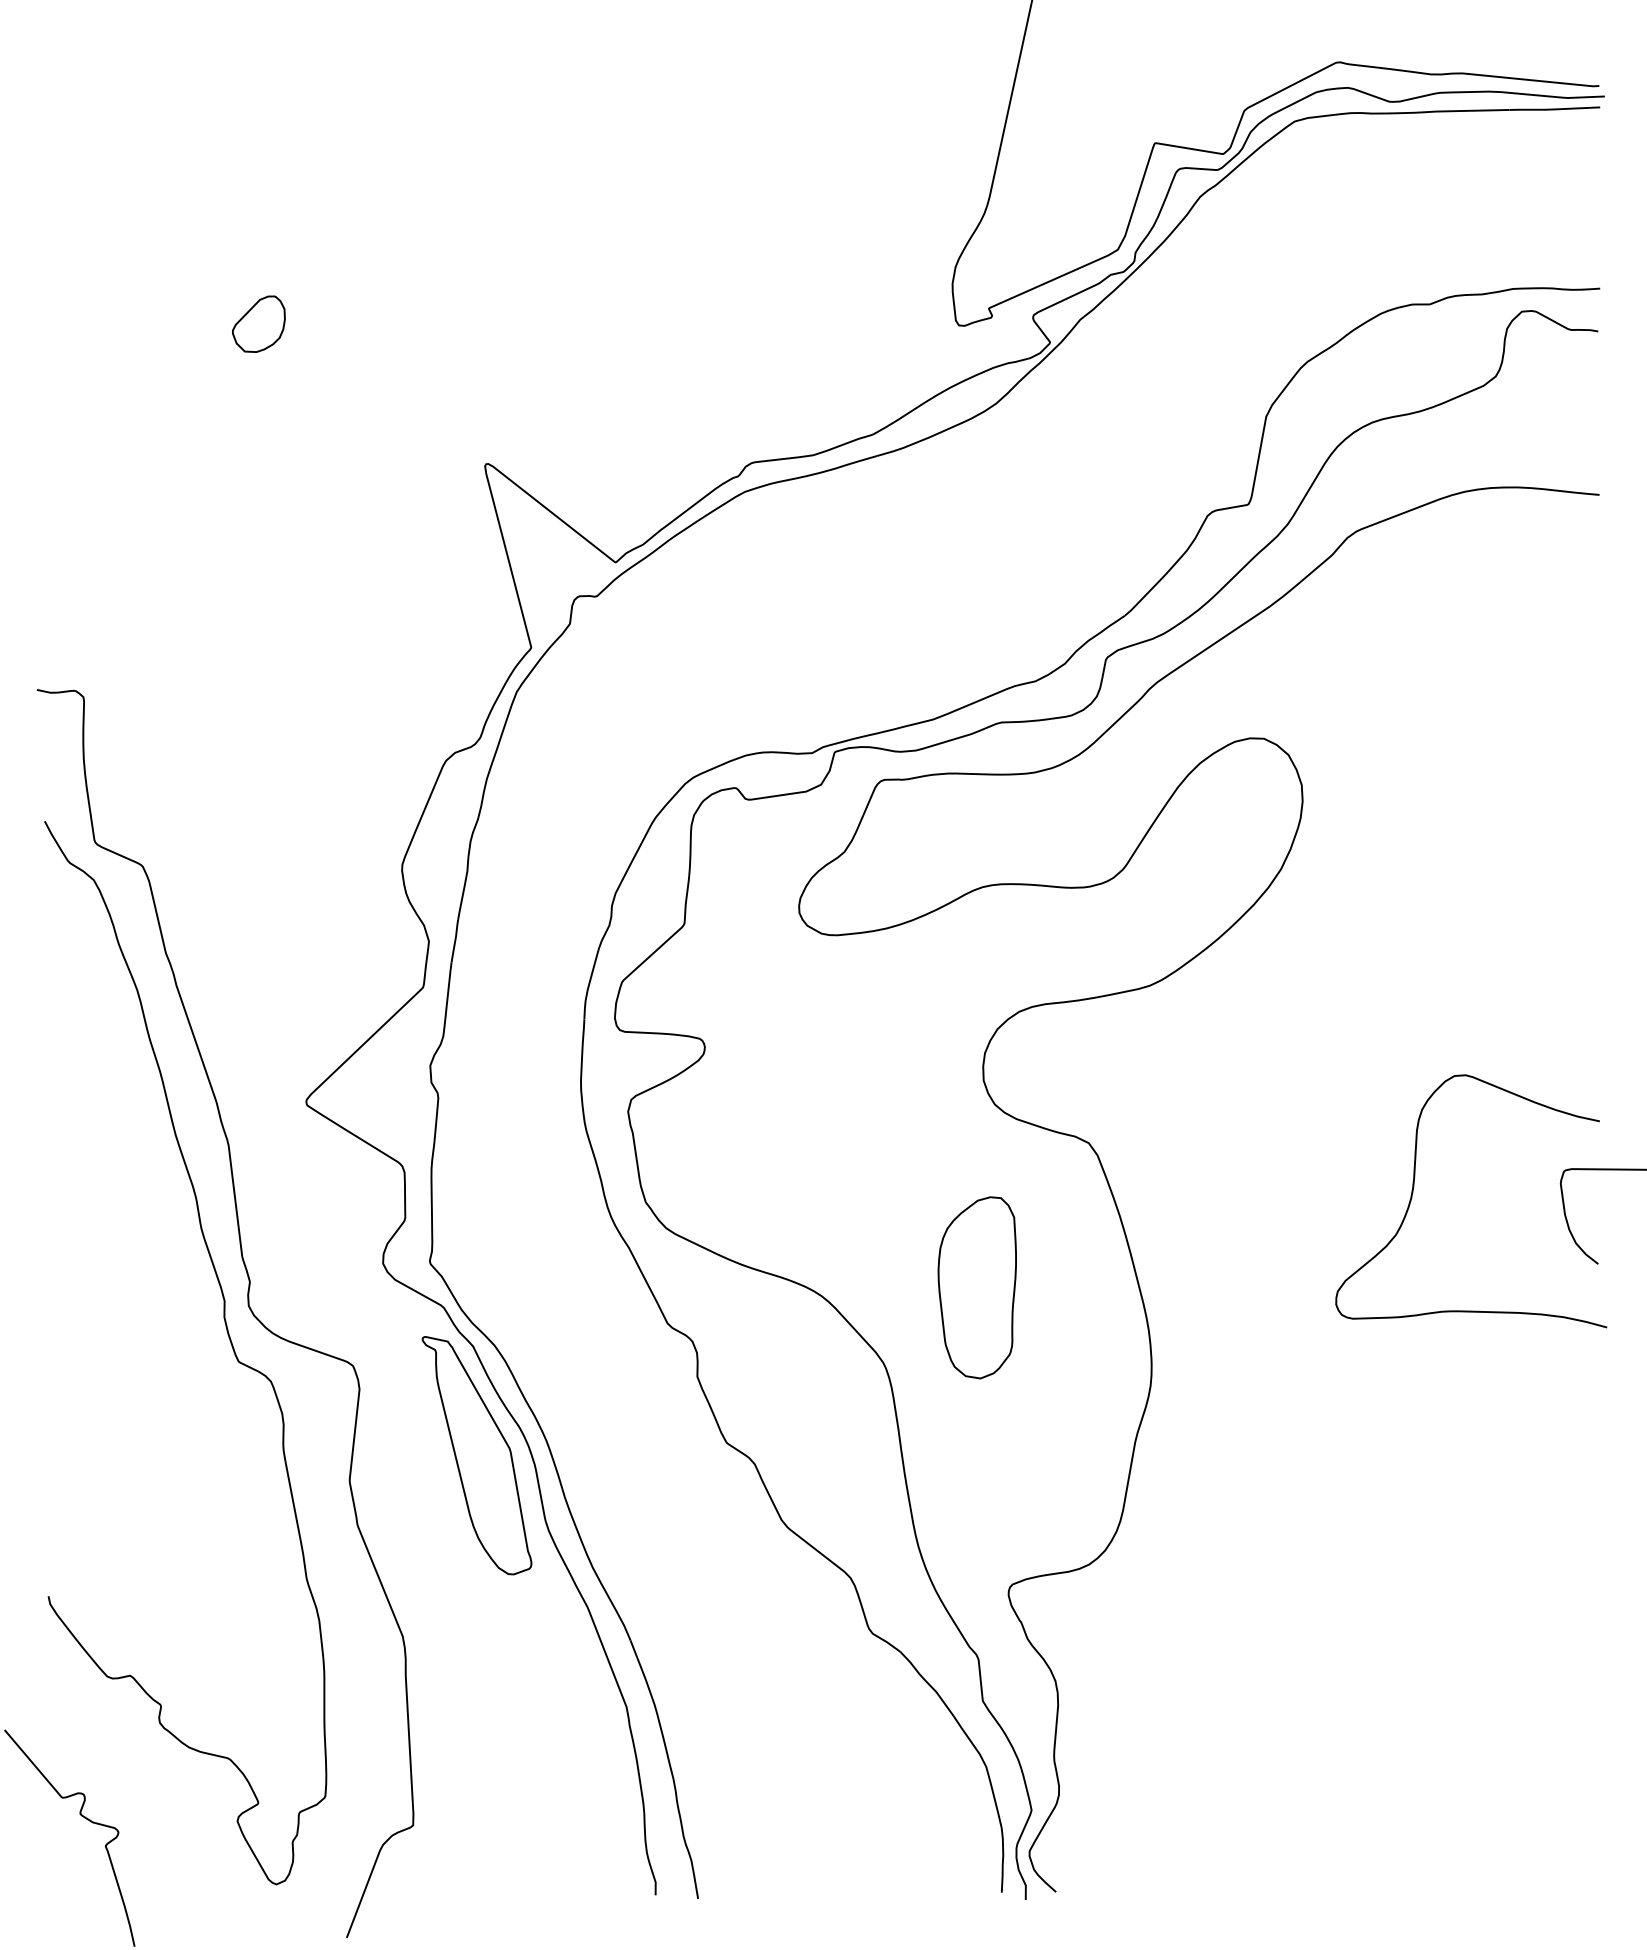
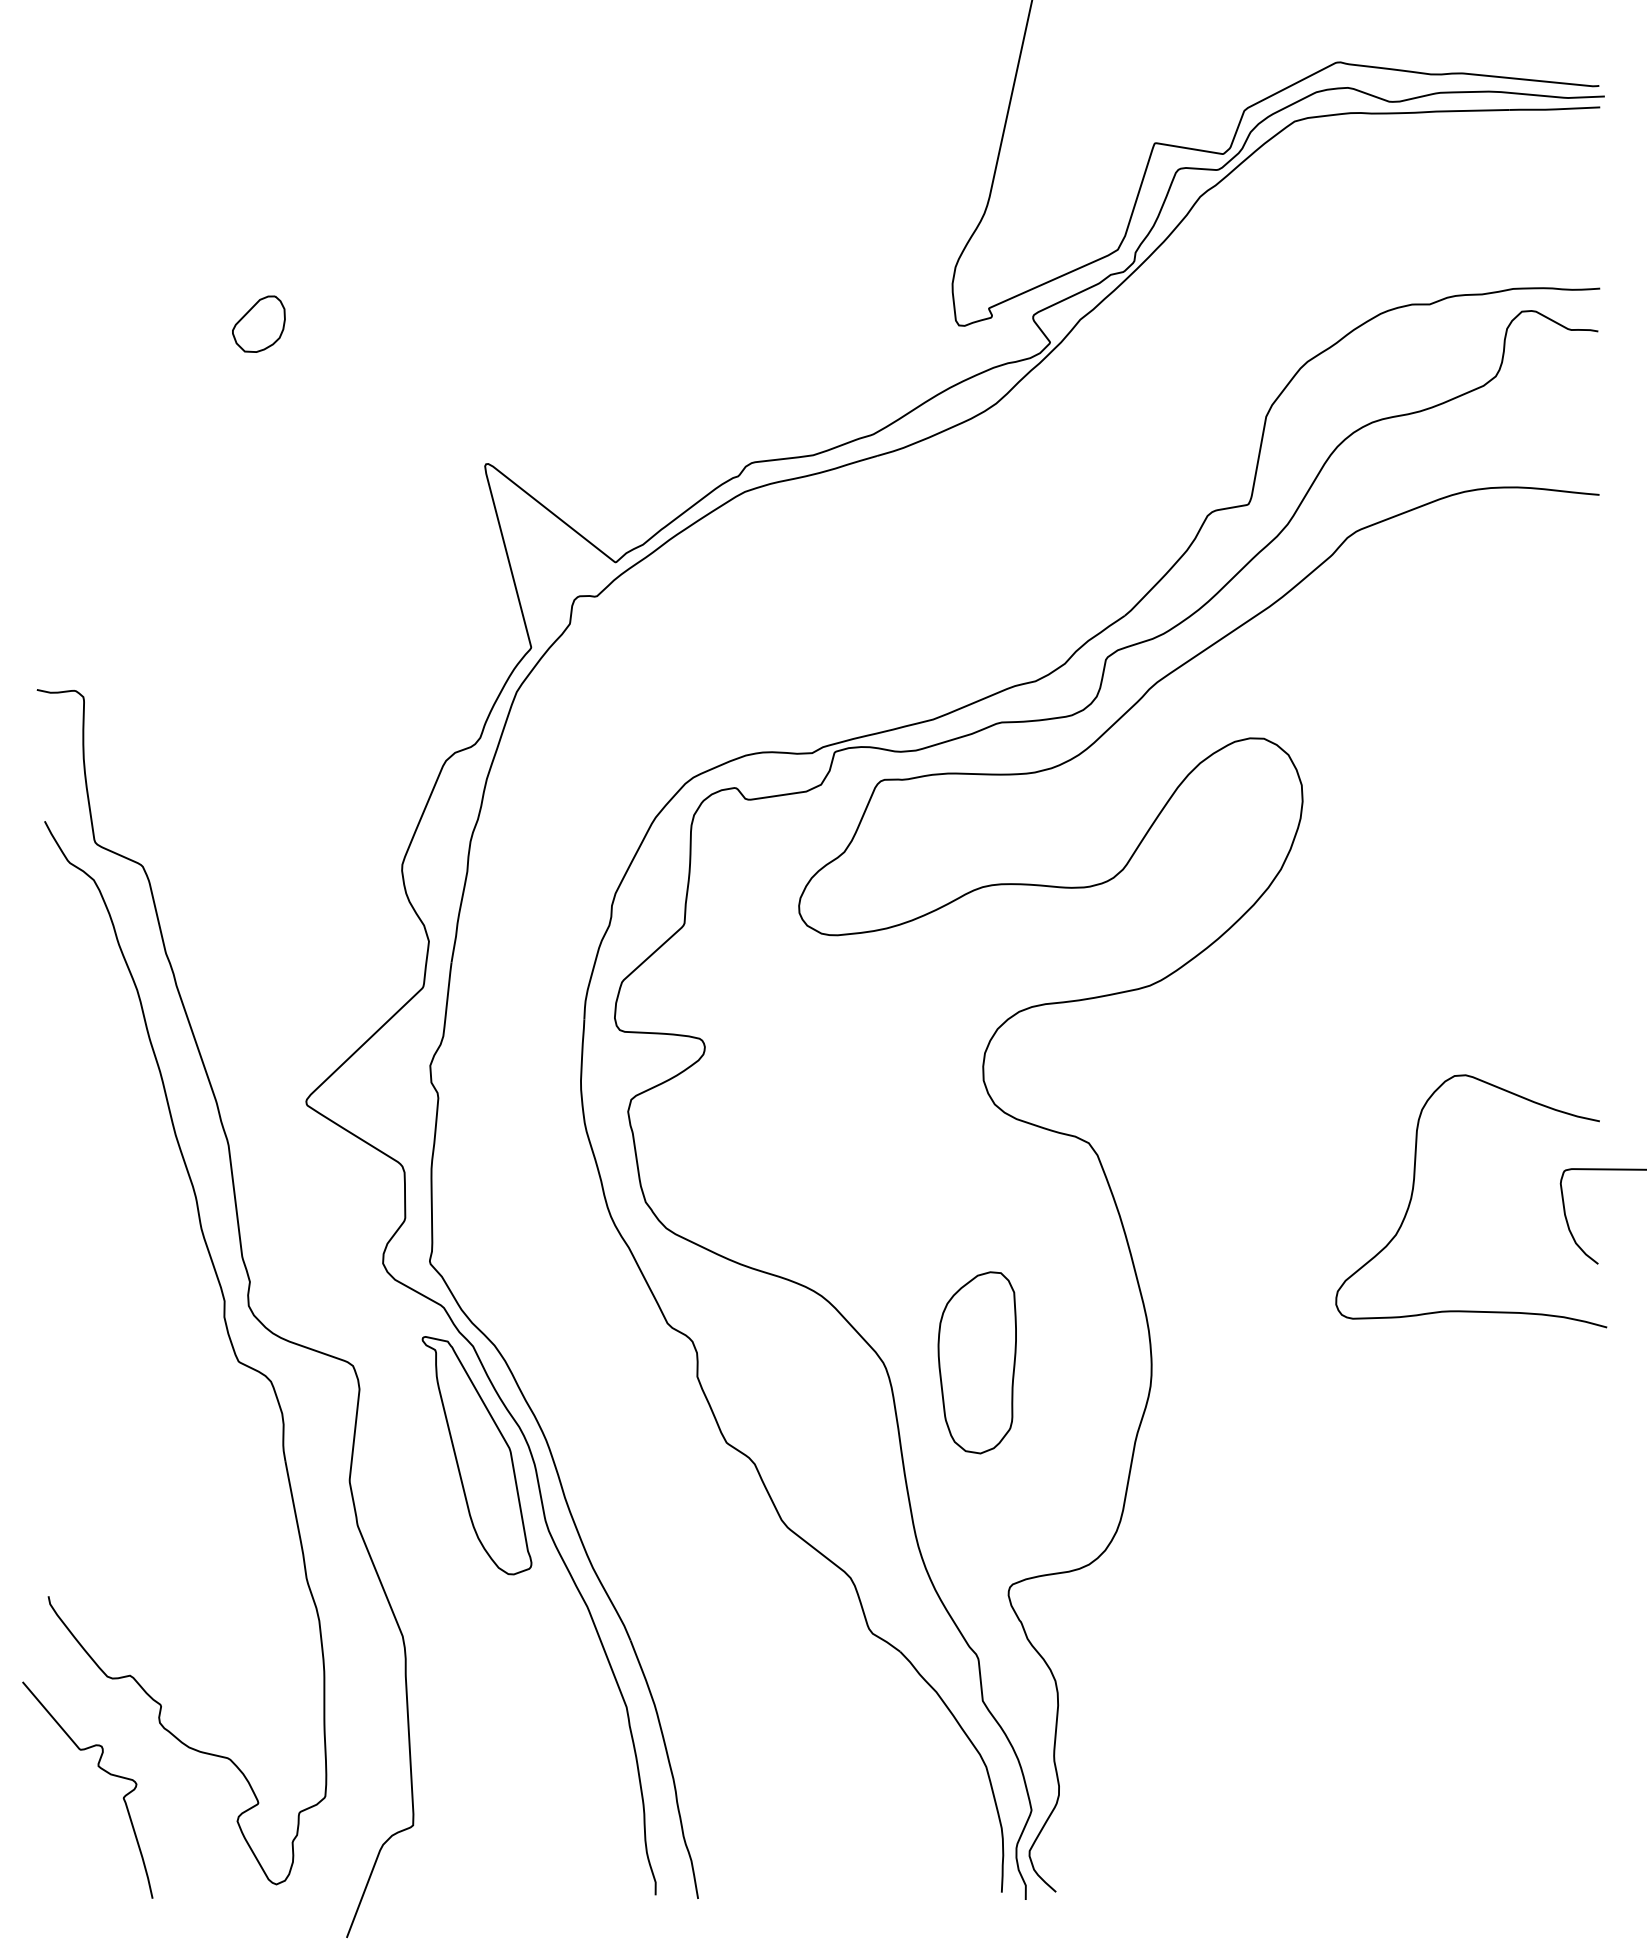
part at (976, 1287) position: (976, 1287) -> (976, 1362)
curve at (81, 1816) position: (81, 1816) -> (99, 1768)
